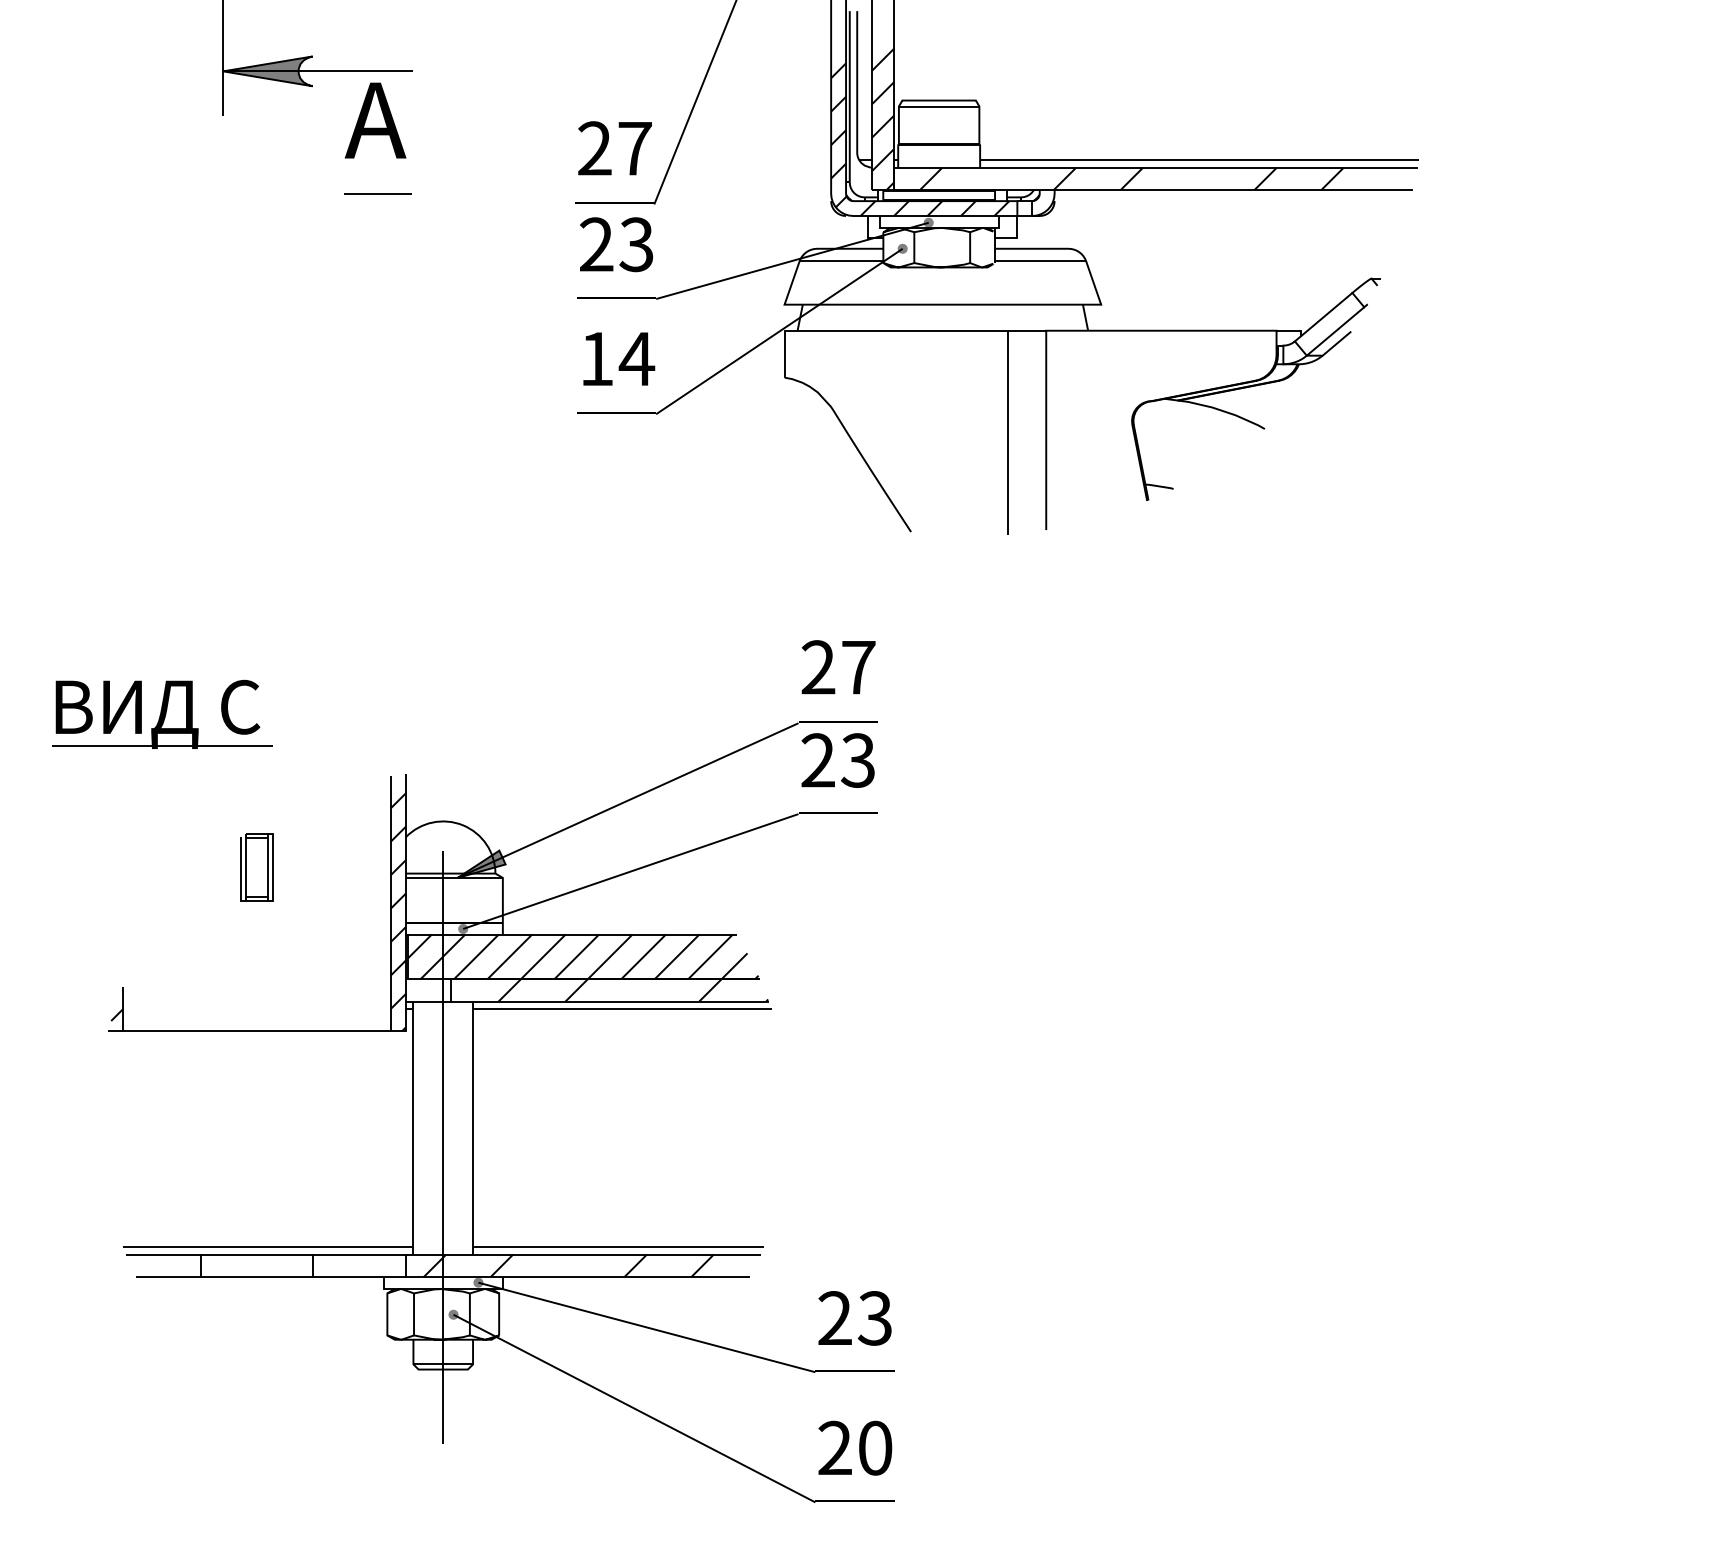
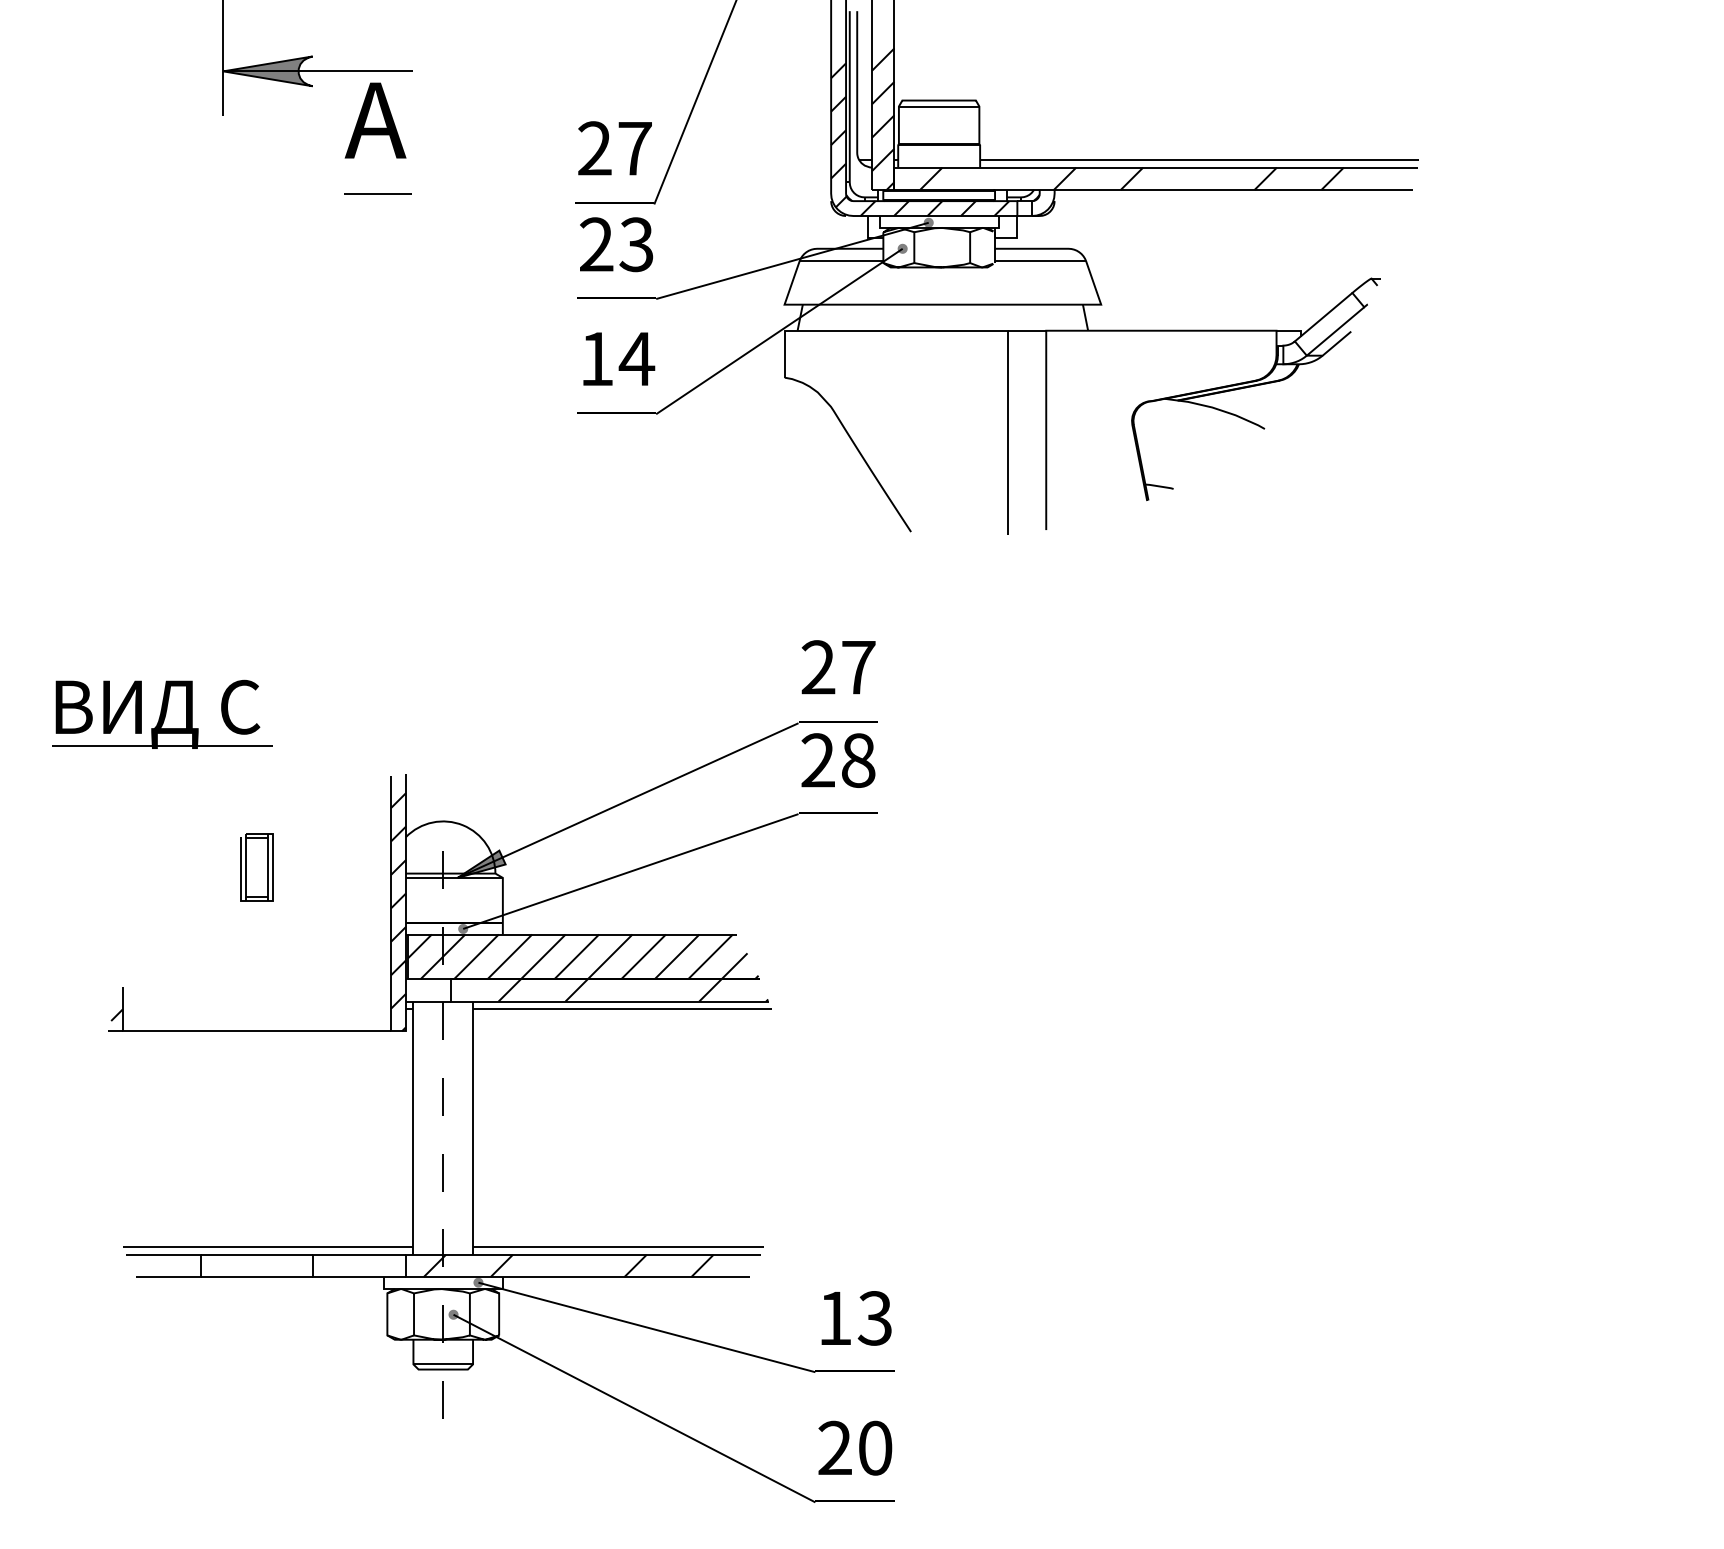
text at (858, 760): 23 -> 28
line at (443, 1148): solid -> dashed
text at (834, 1317): 23 -> 13
